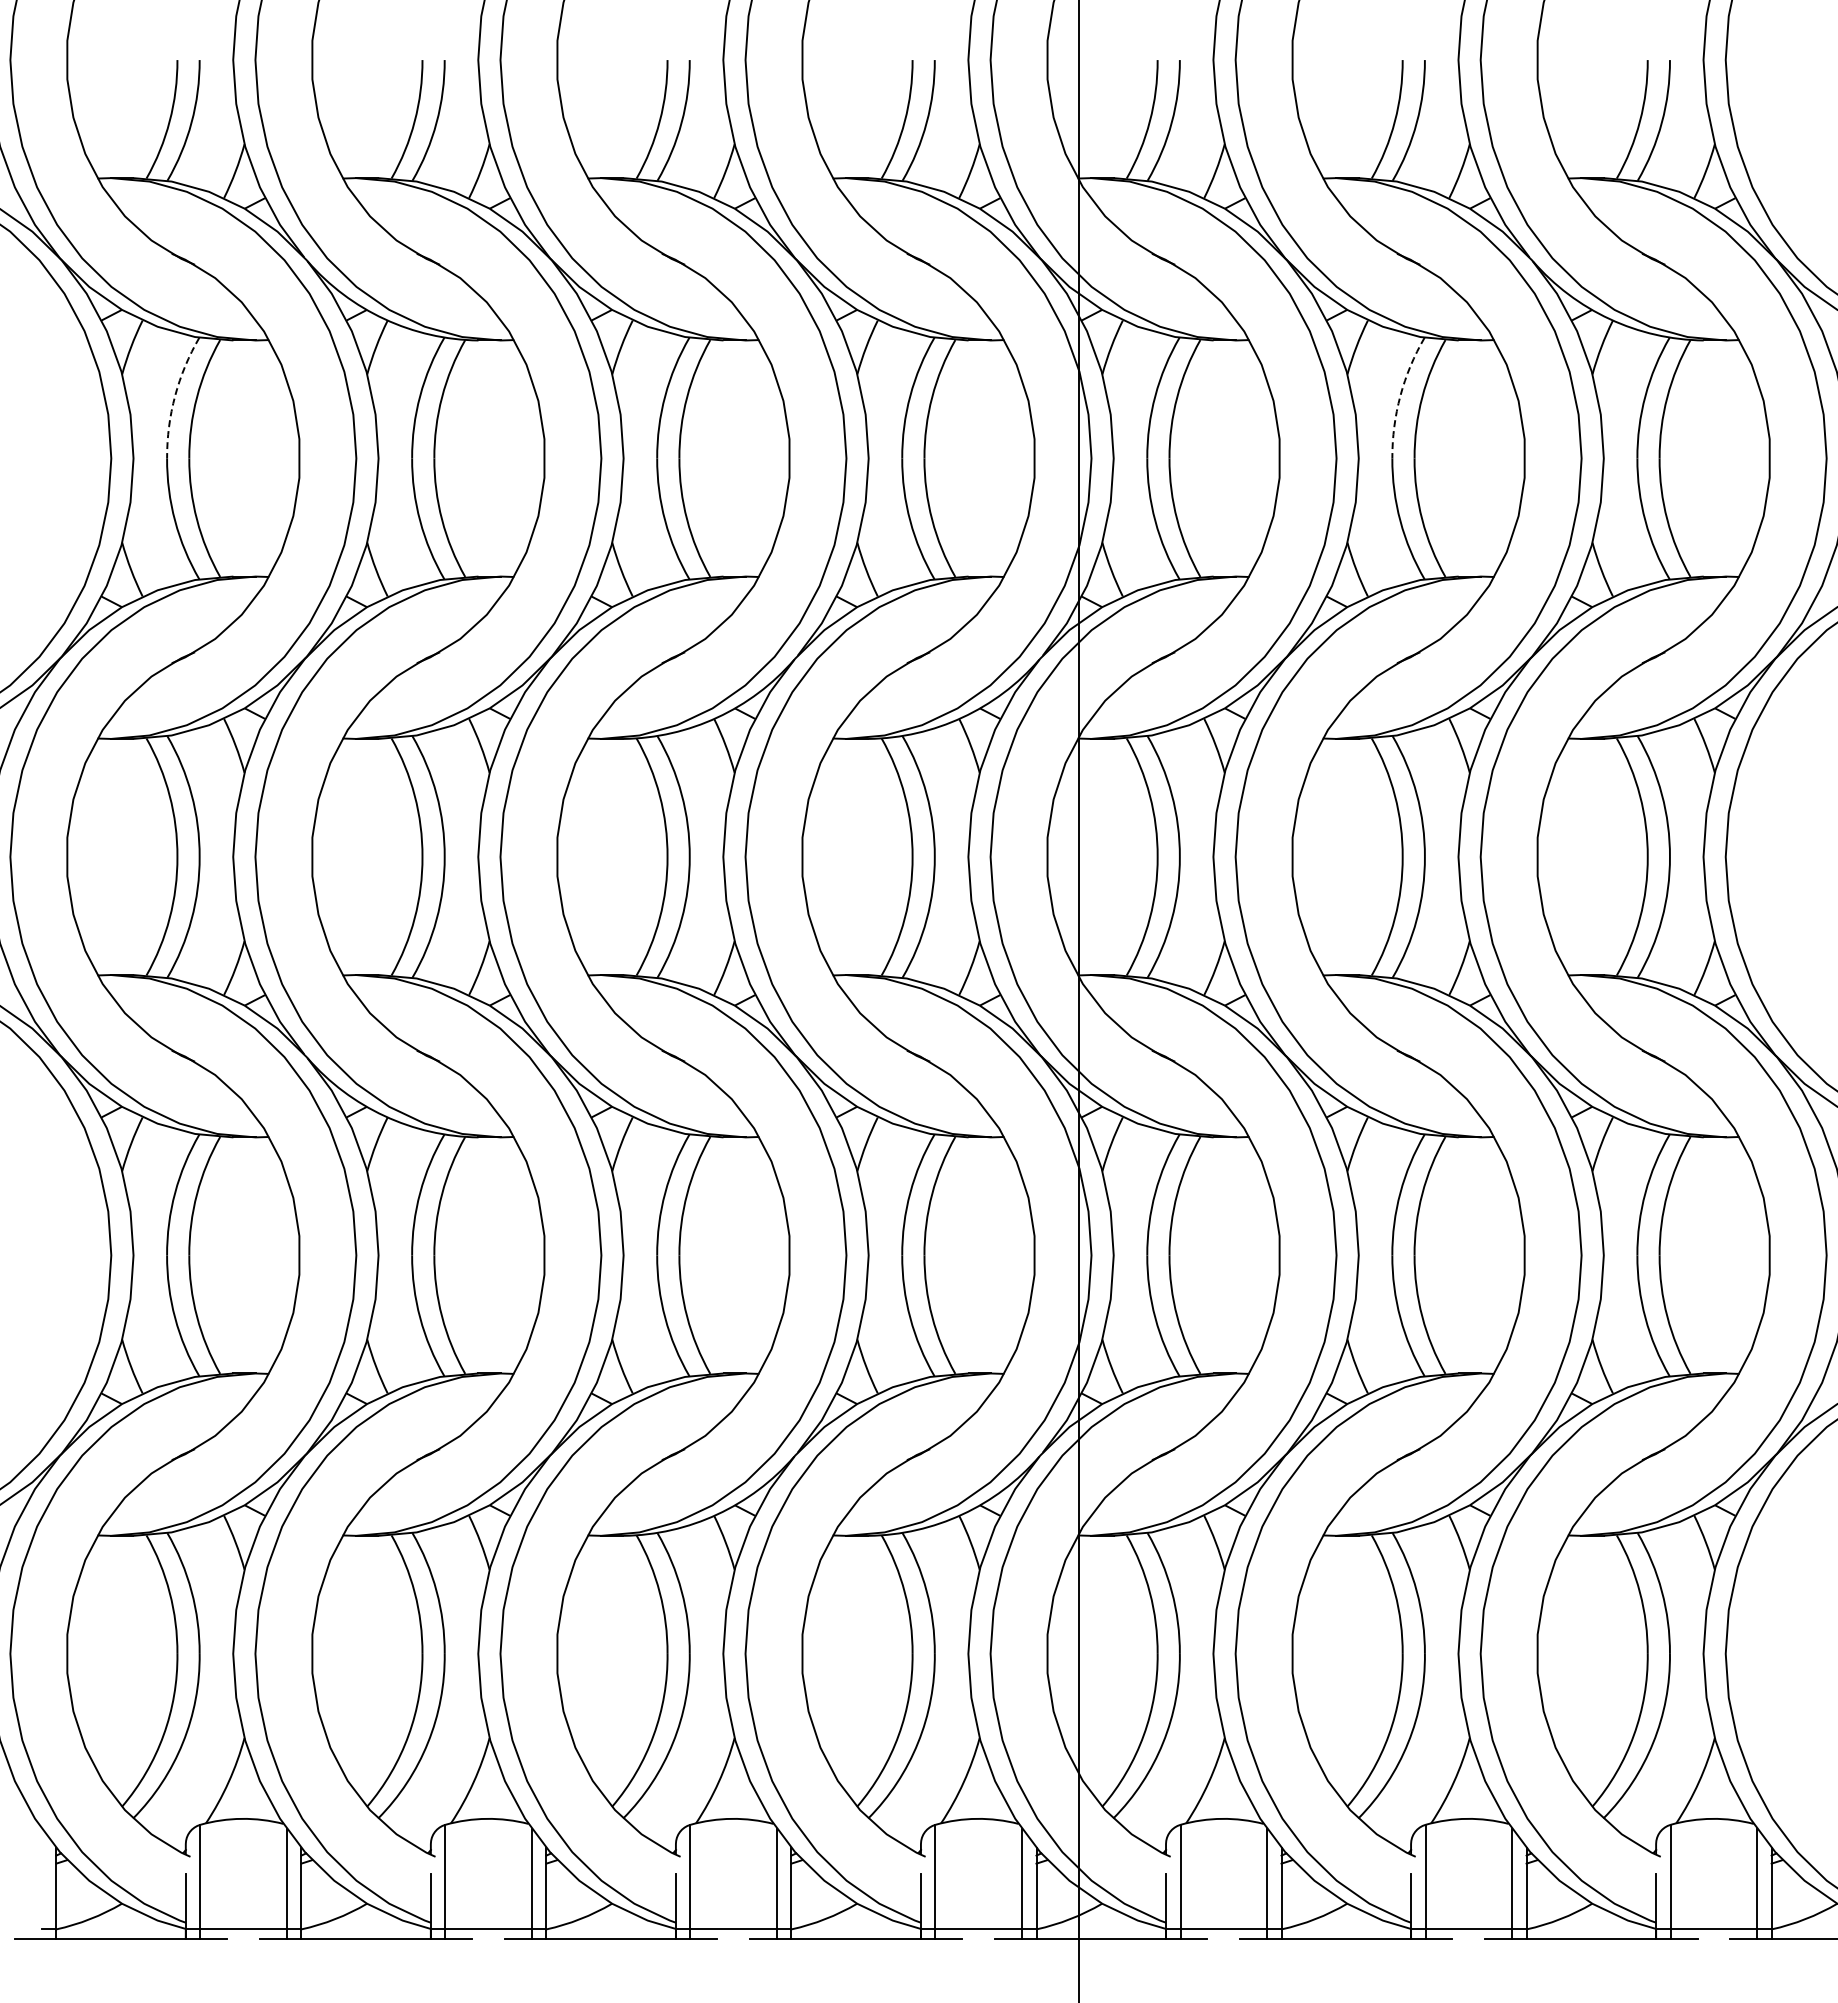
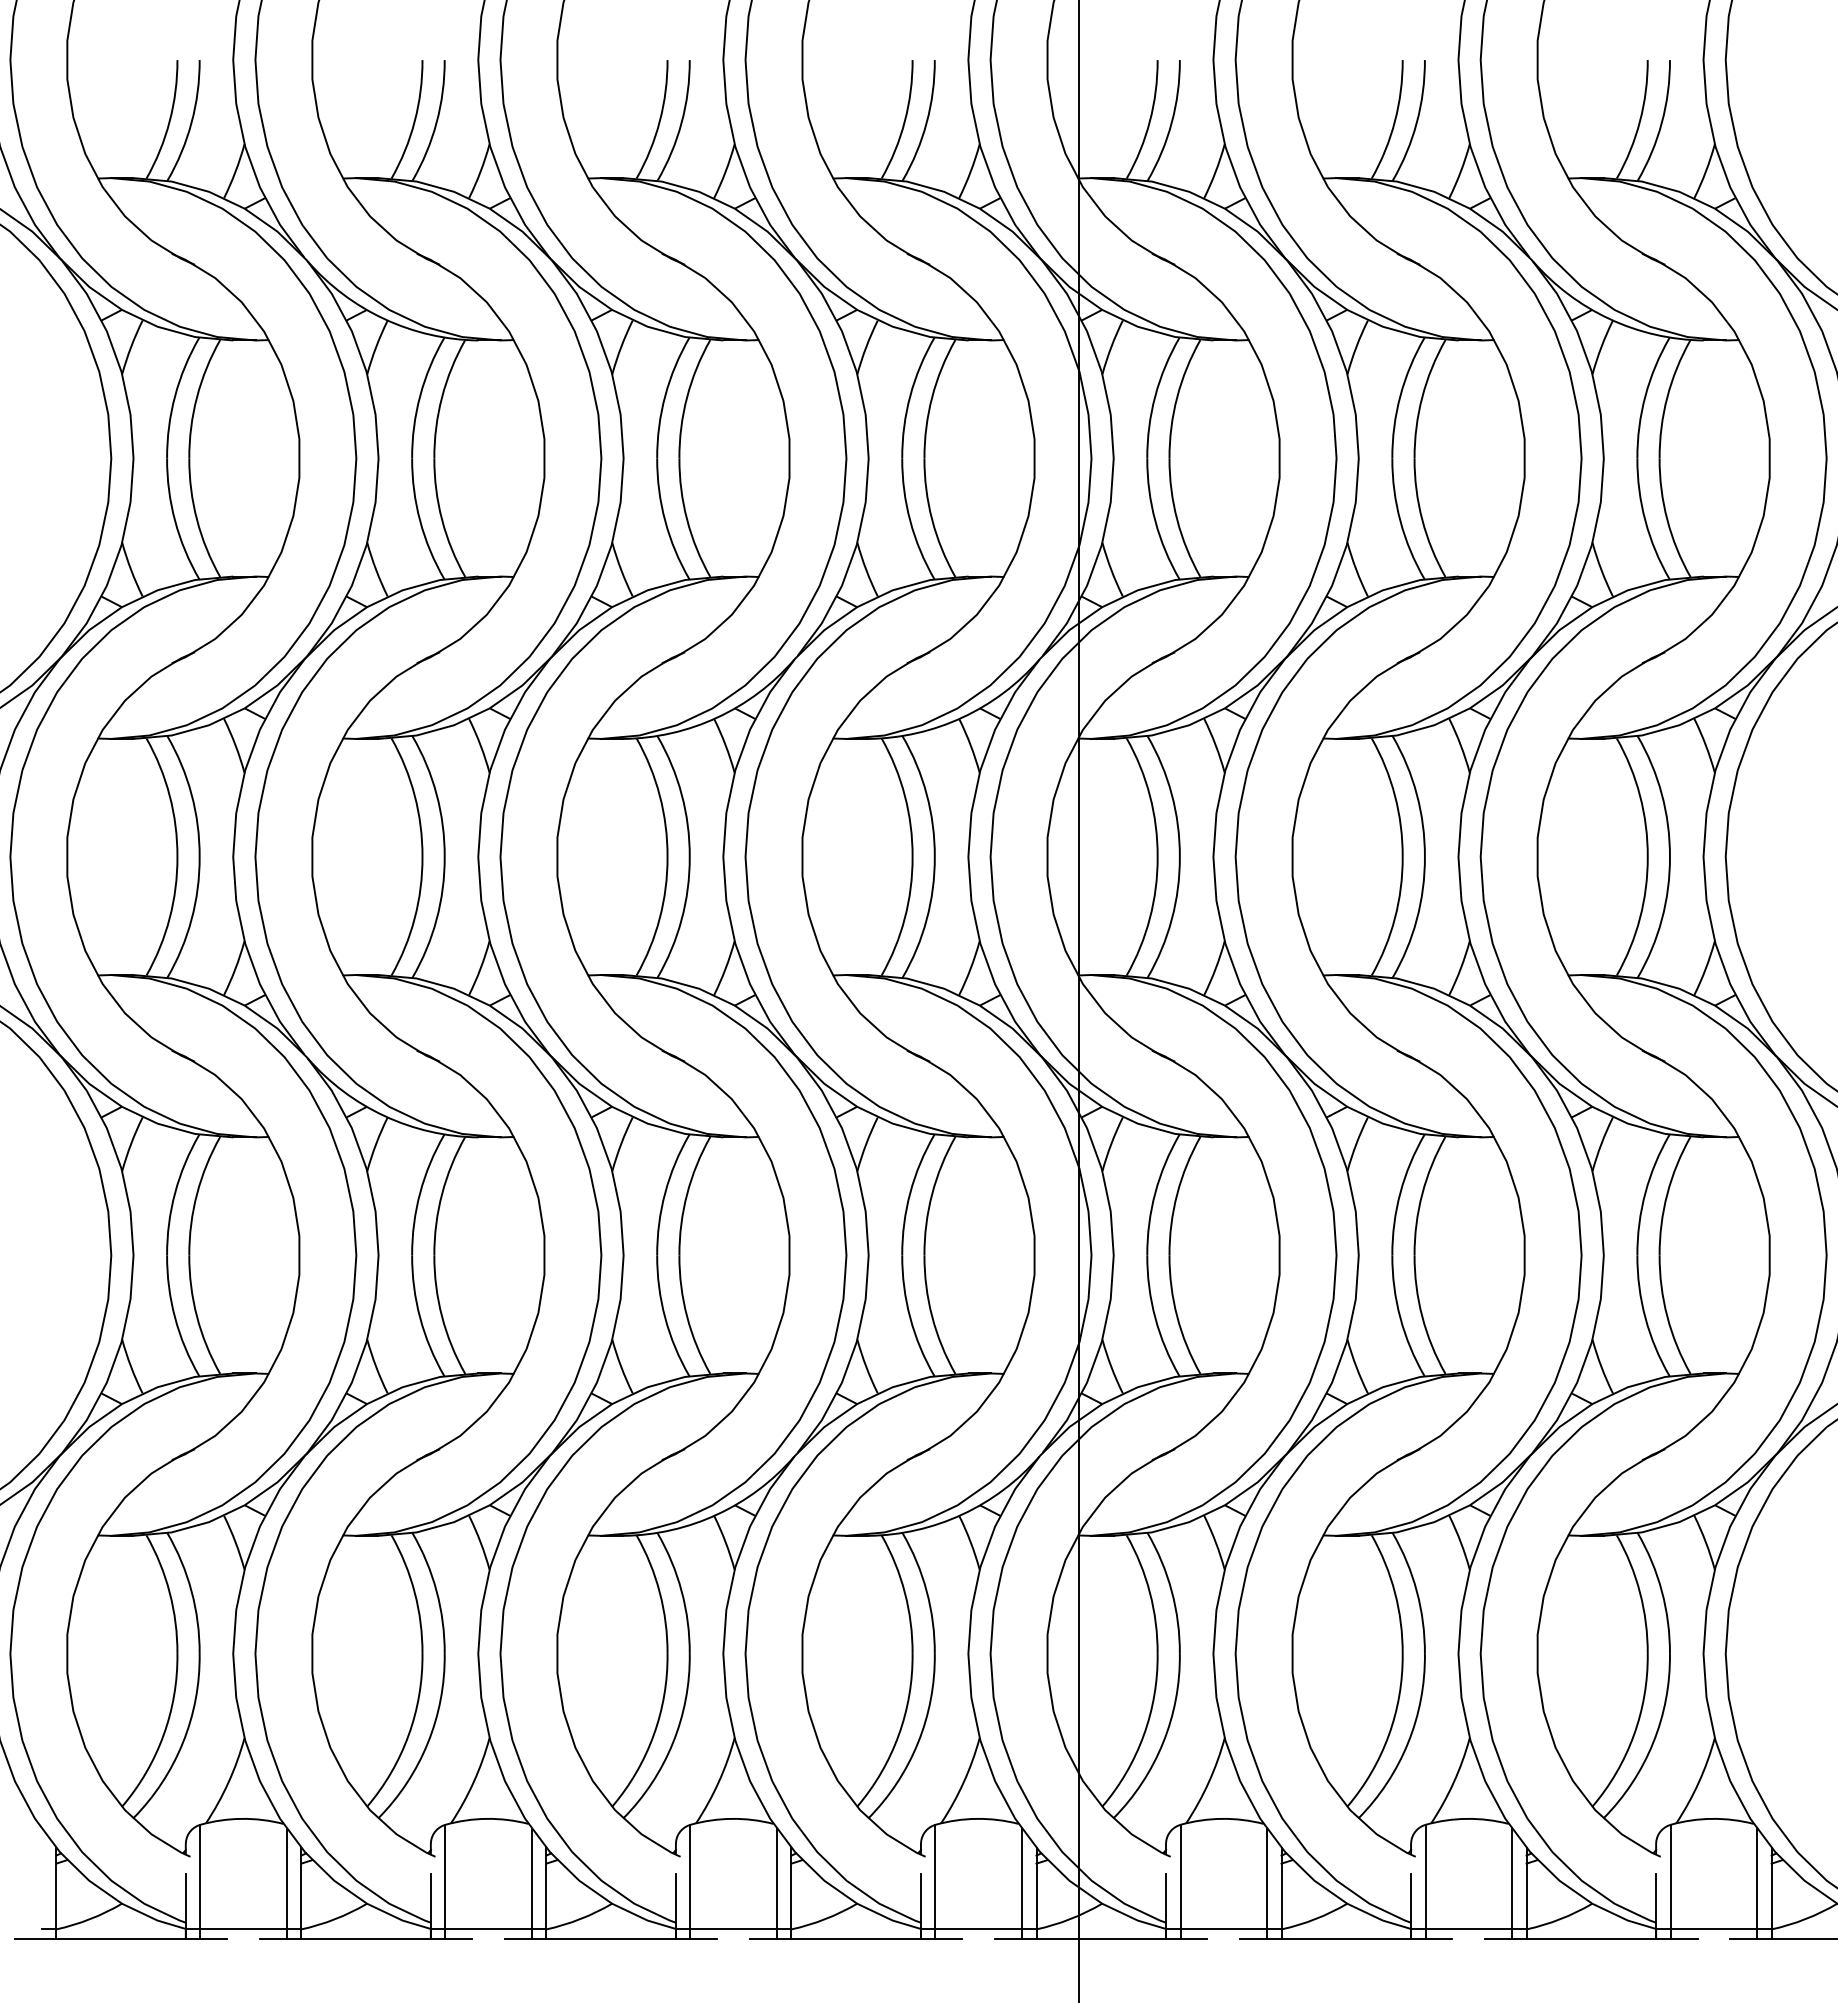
arc at (175, 396): dashed -> solid
arc at (1400, 396): dashed -> solid
